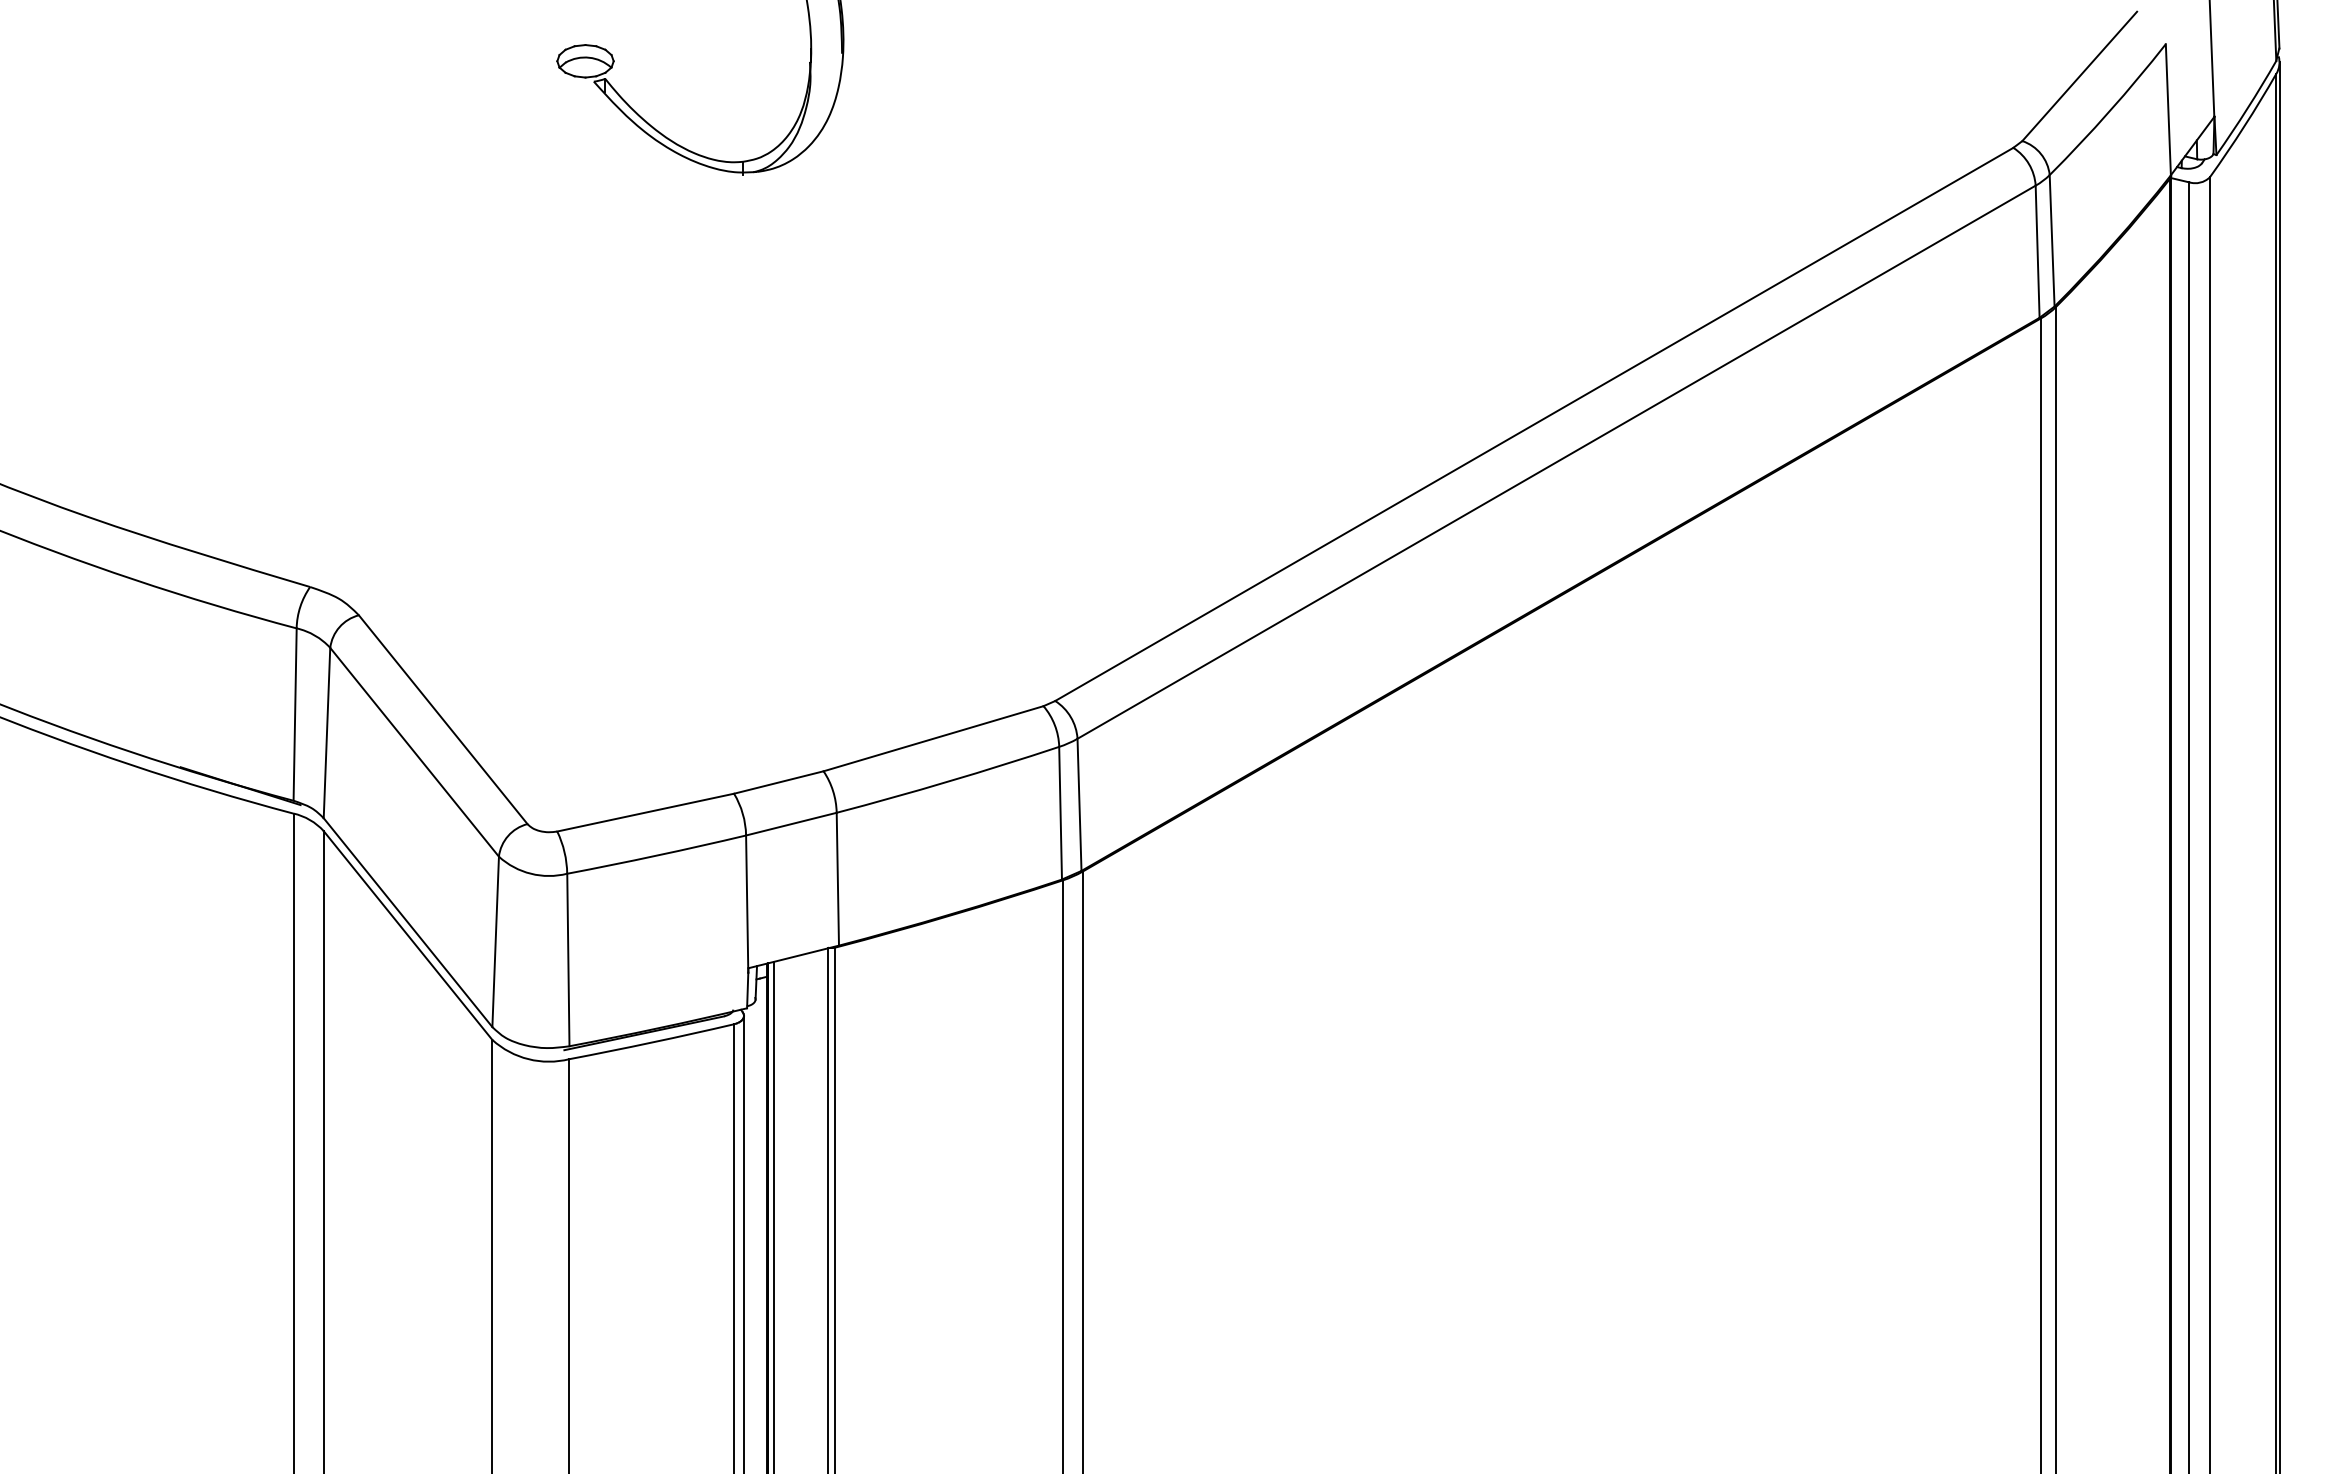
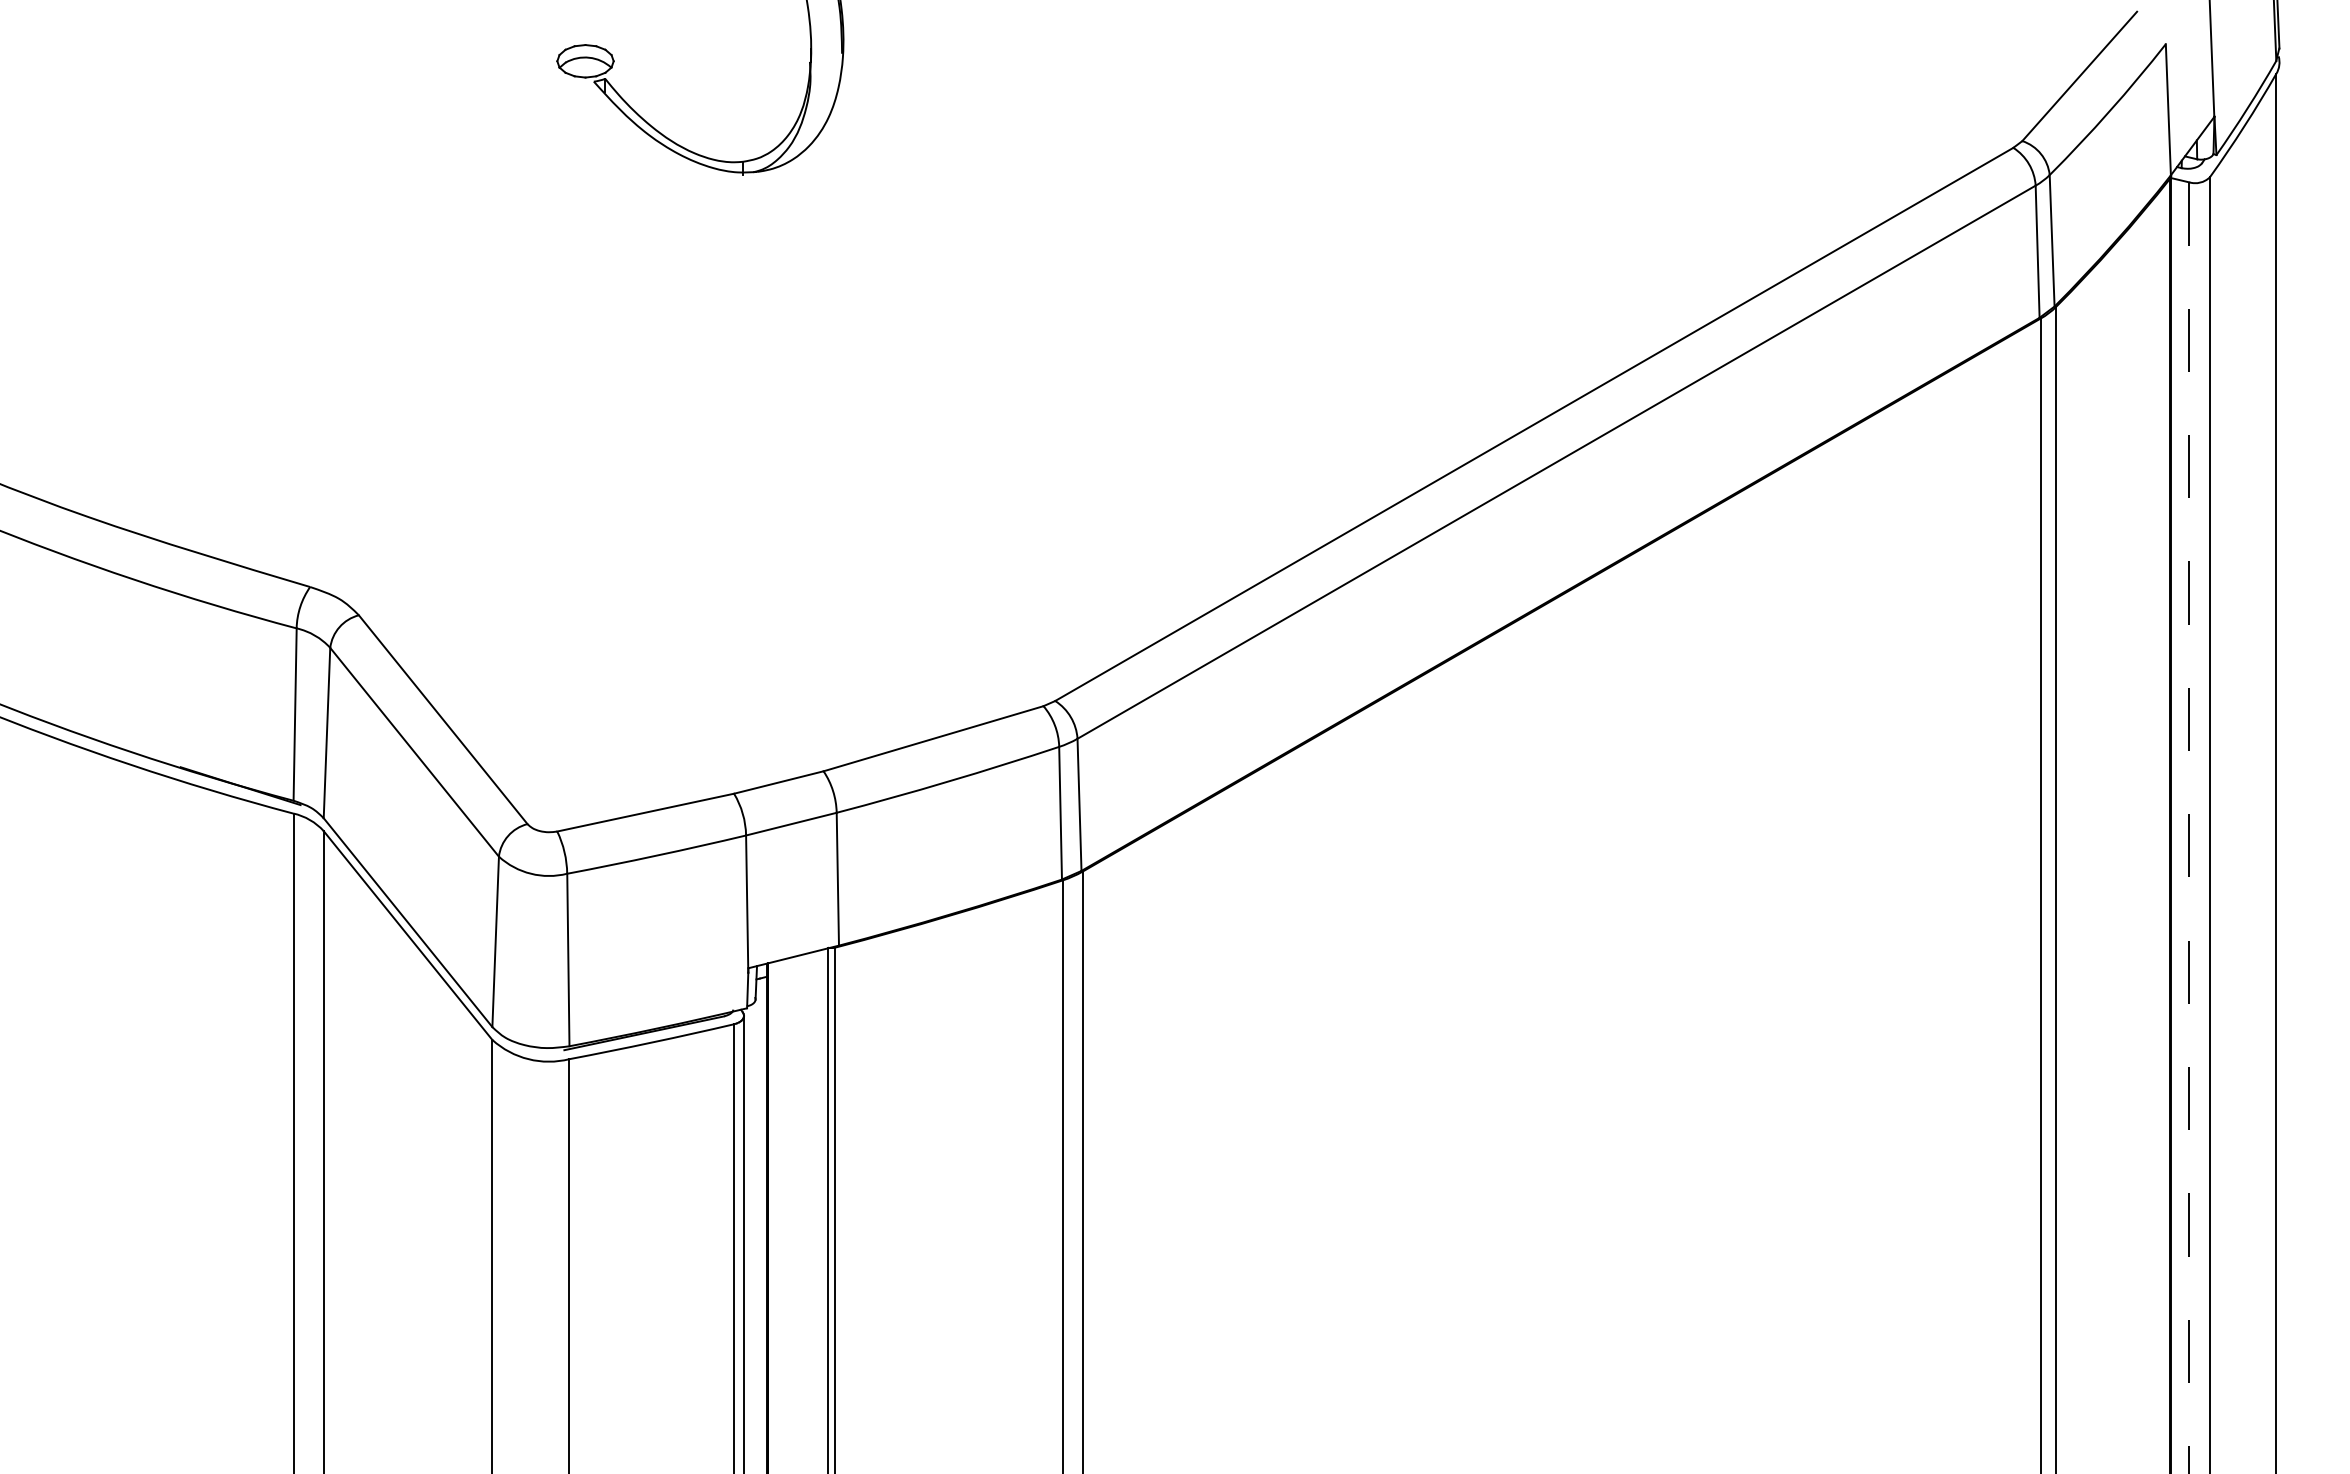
line at (2279, 766): present -> none
line at (2189, 828): solid -> dashed
line at (773, 1215): present -> none
